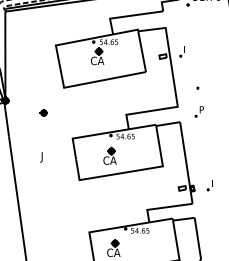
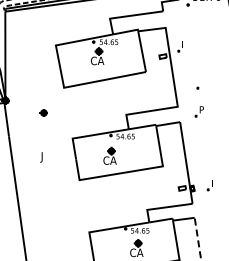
part at (181, 51) position: (181, 51) -> (179, 46)
line at (198, 239): solid -> dashed
part at (113, 248) position: (113, 248) -> (136, 248)
